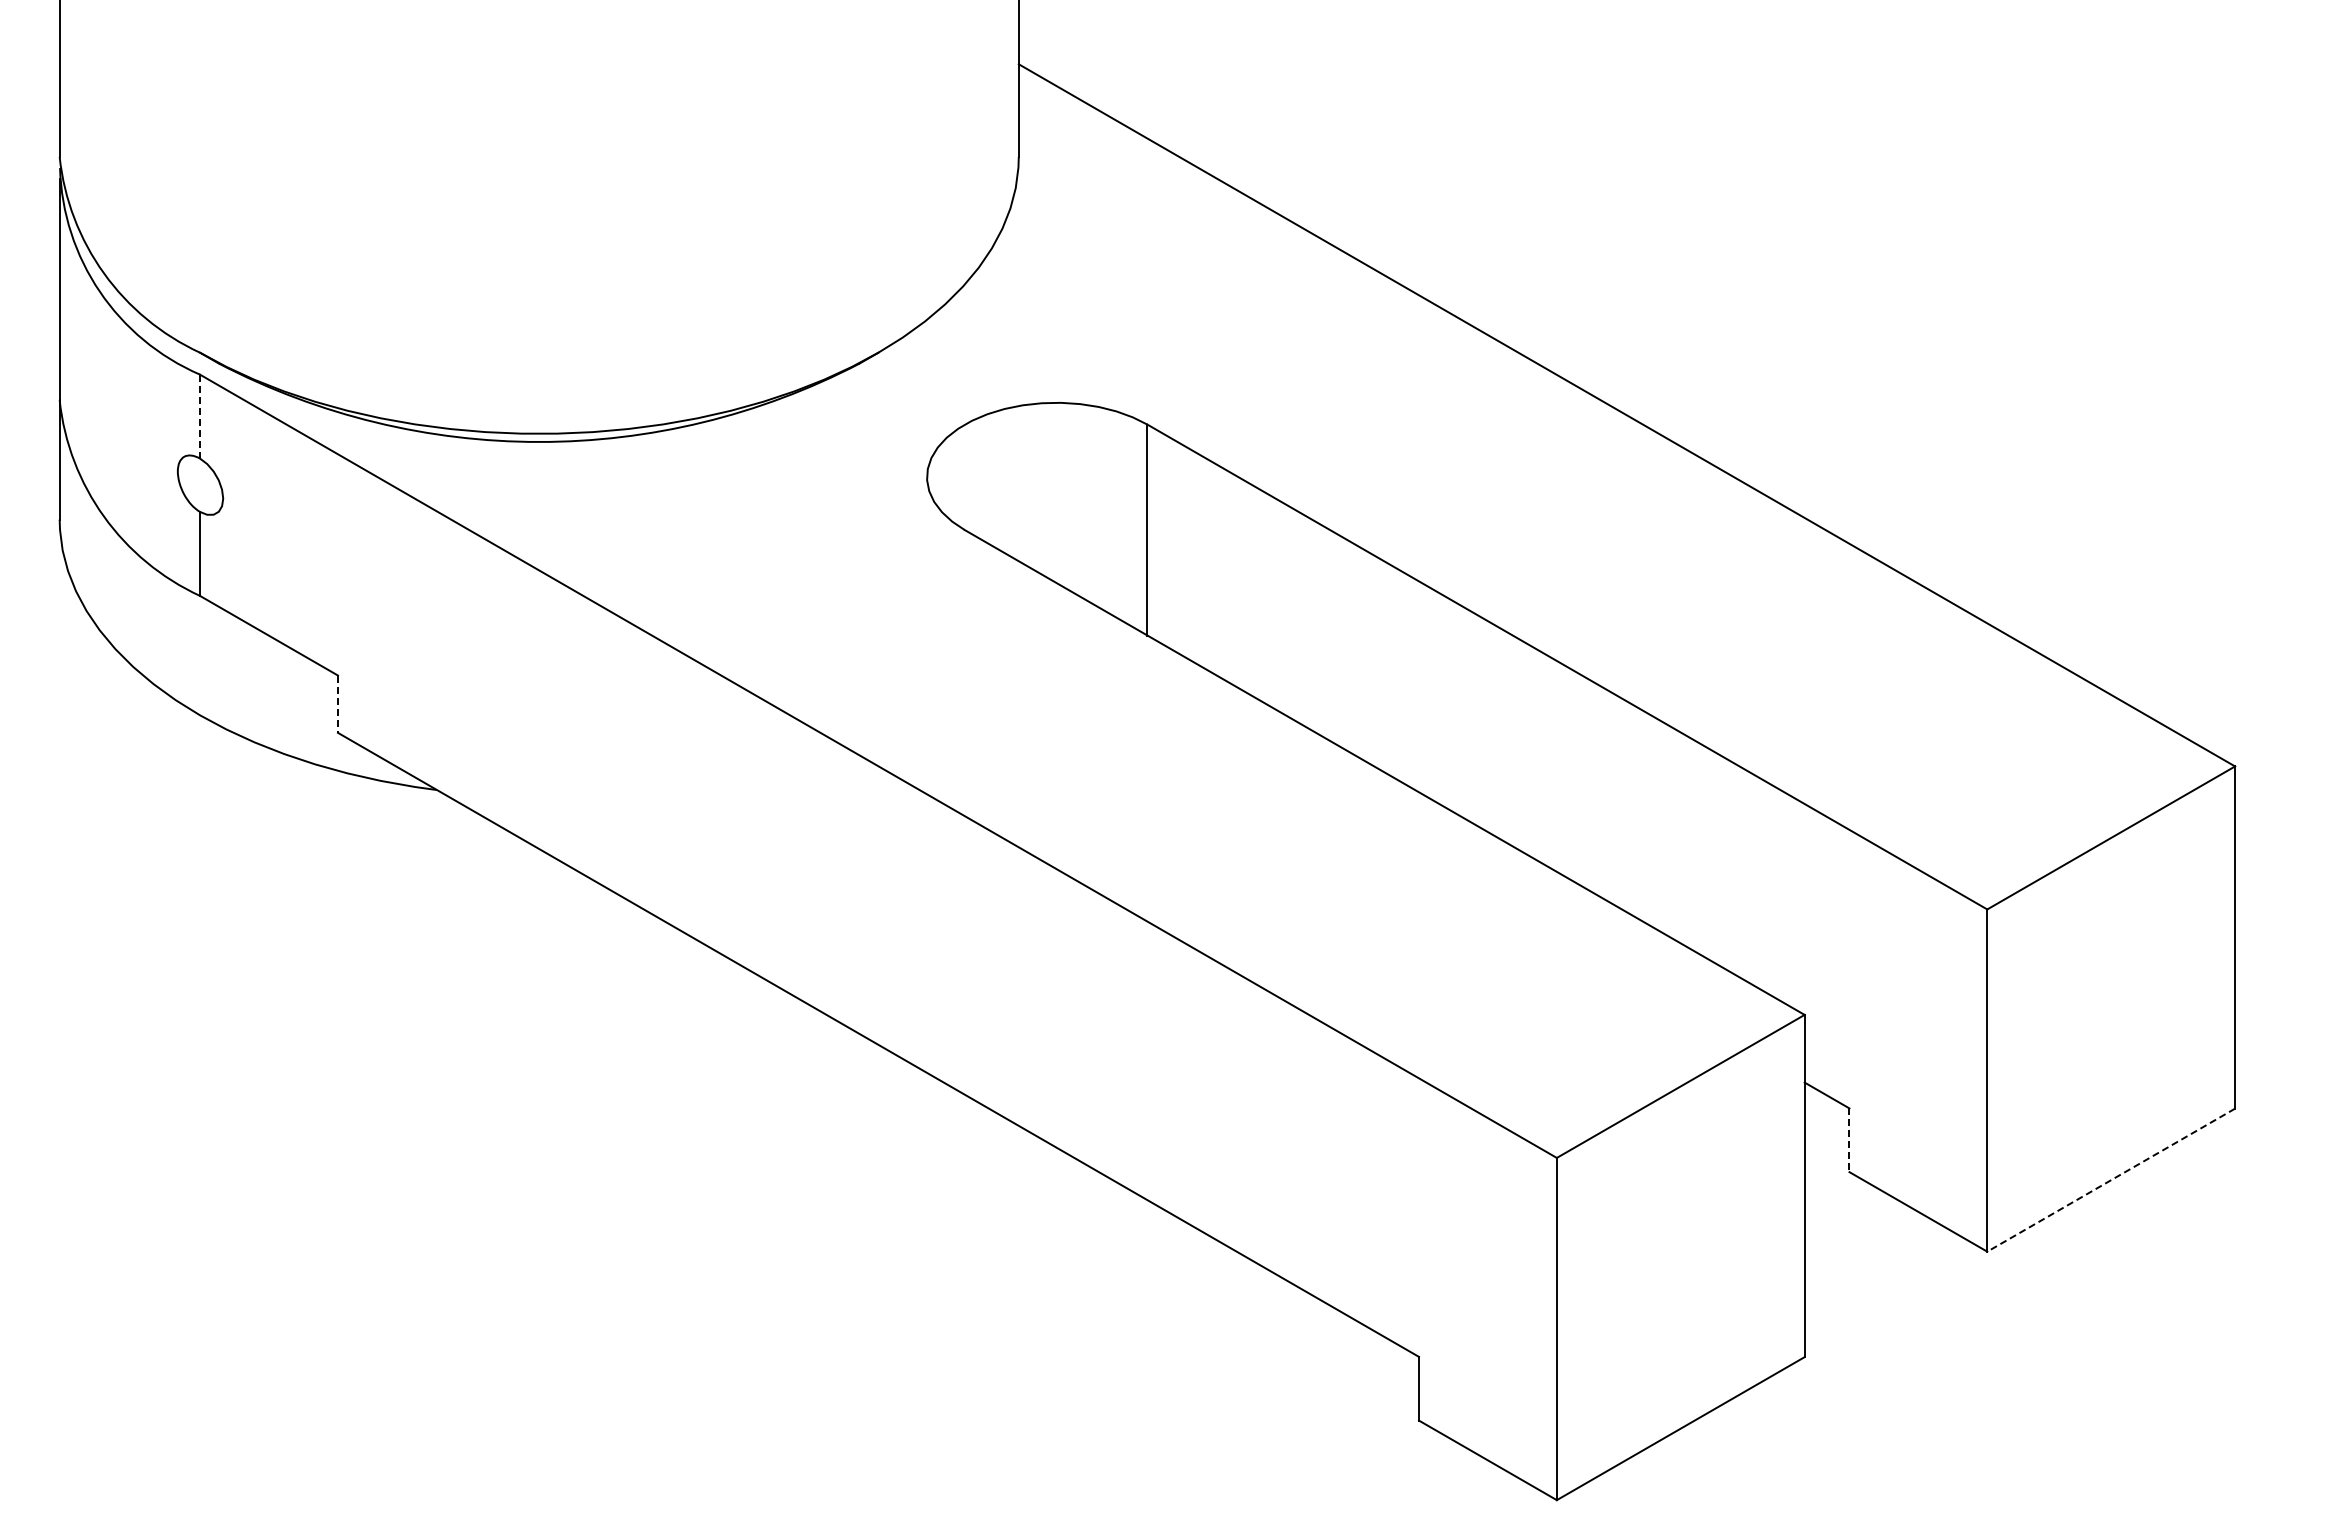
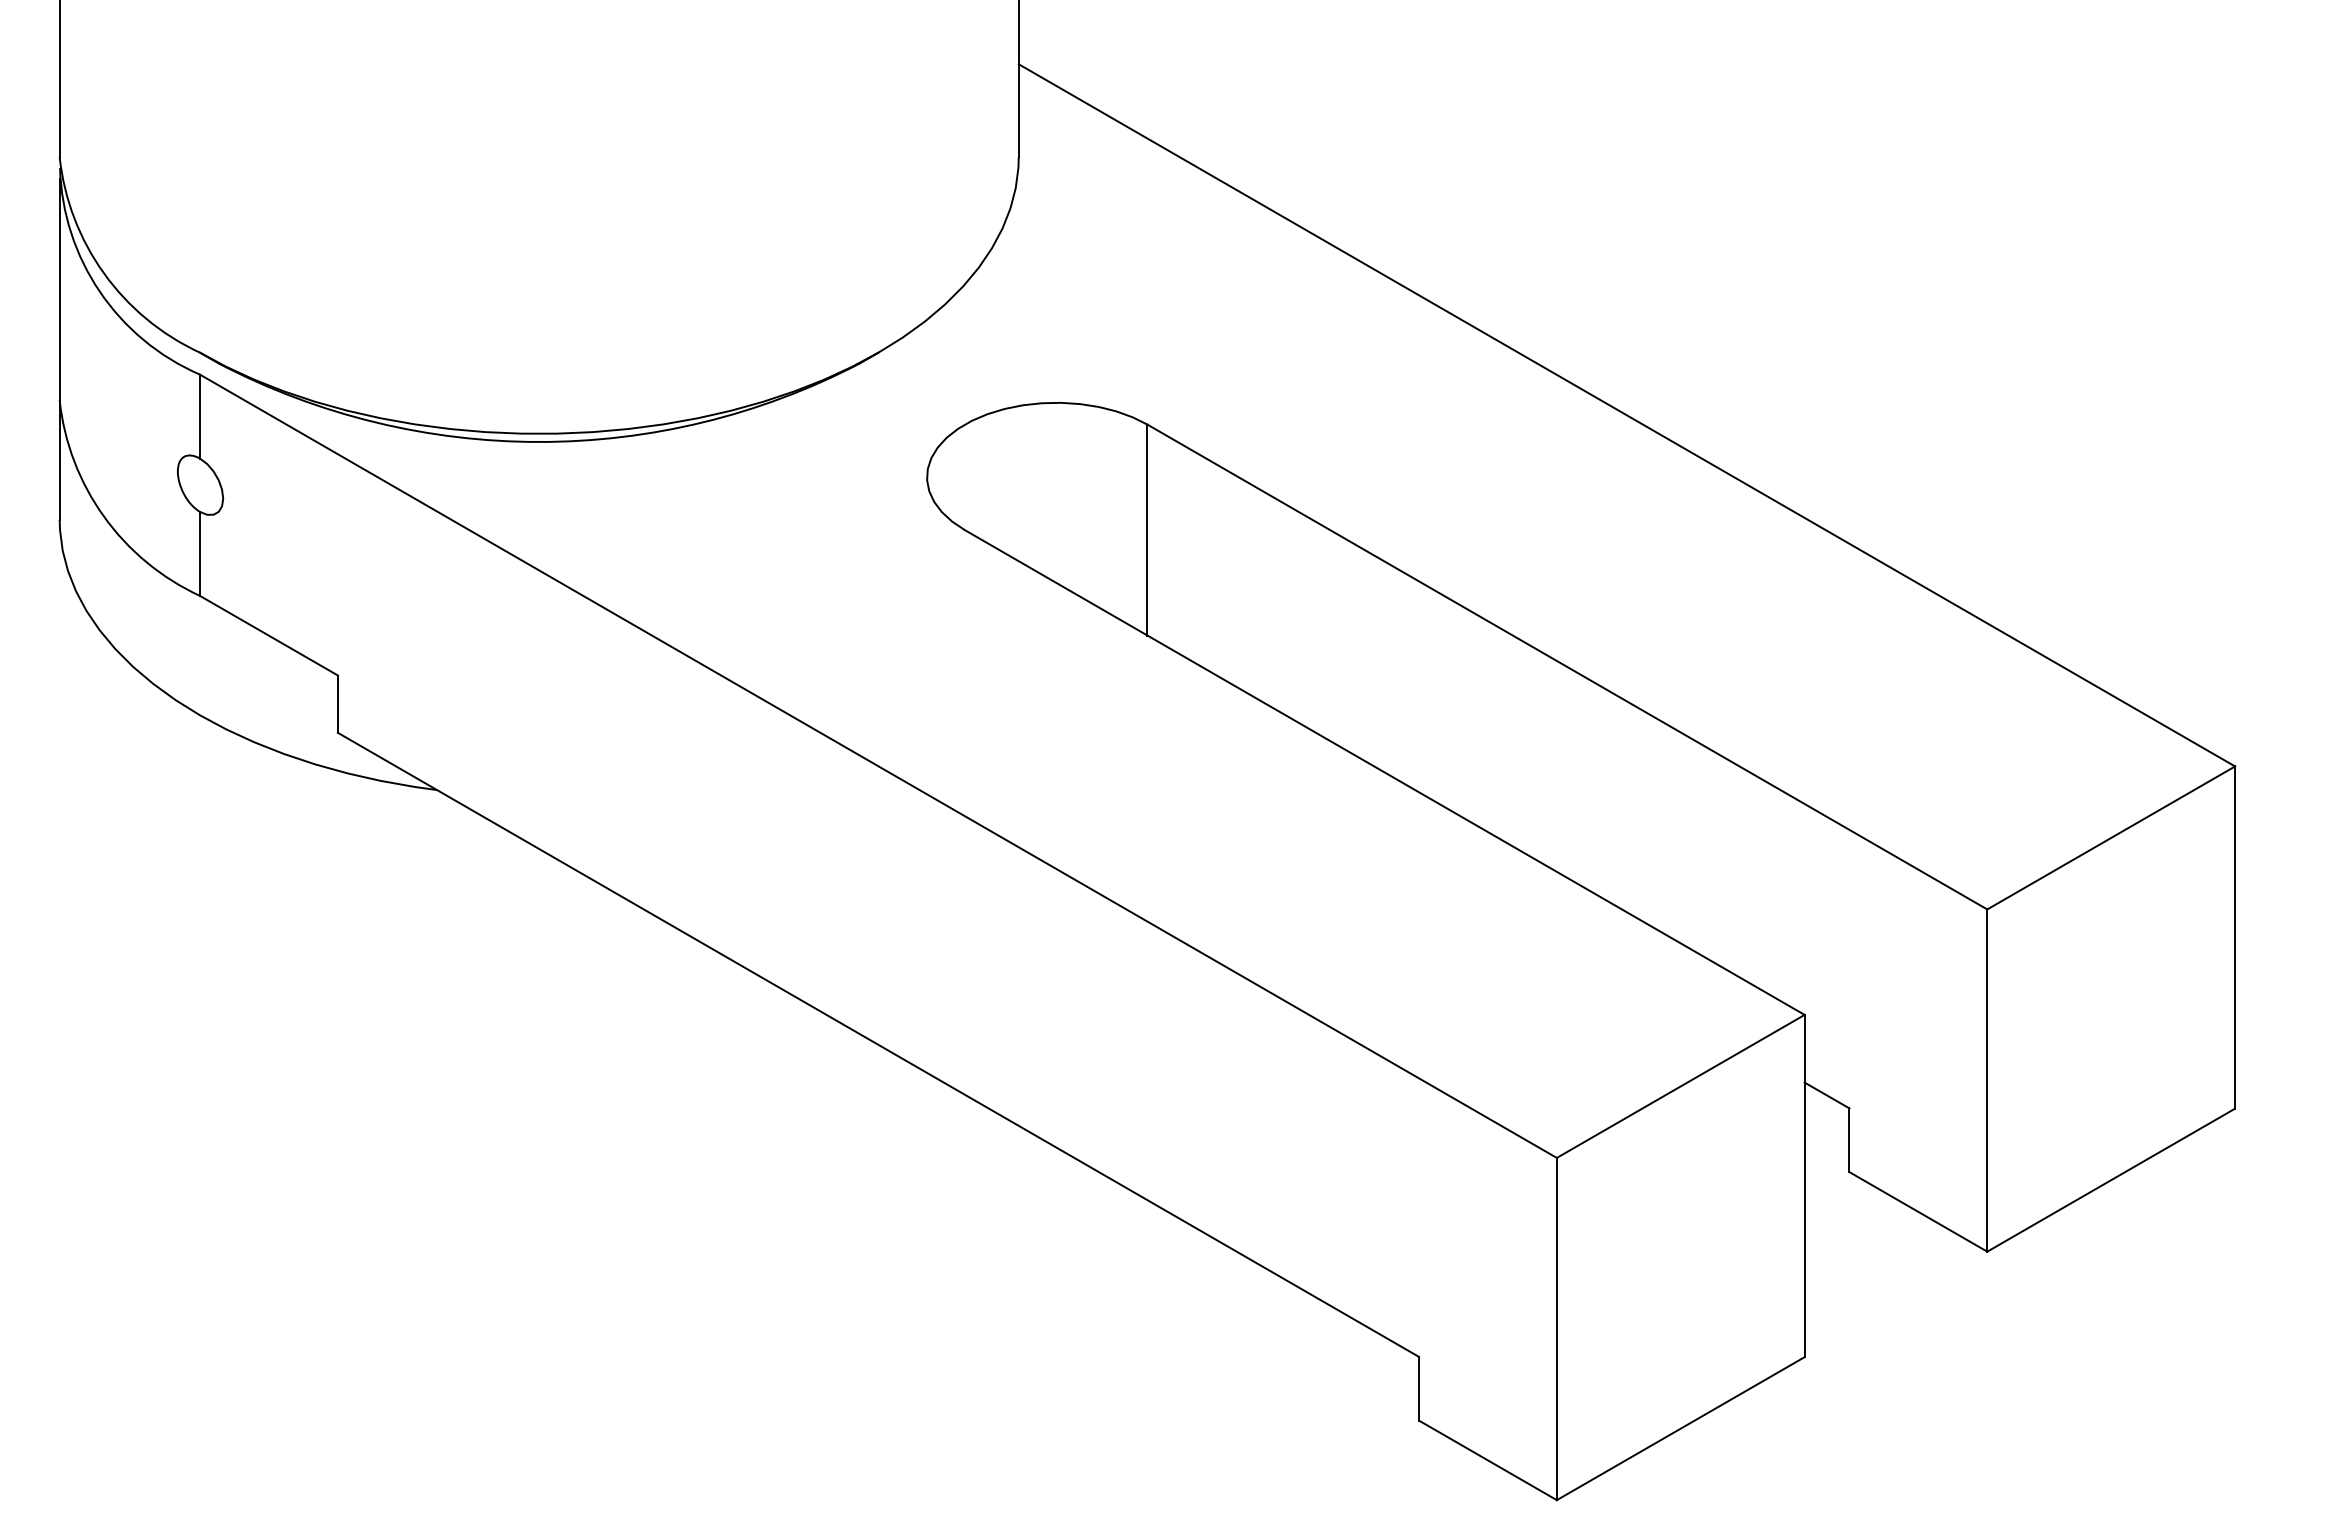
line at (200, 416): dashed -> solid
line at (337, 704): dashed -> solid
line at (1849, 1140): dashed -> solid
line at (2110, 1180): dashed -> solid
